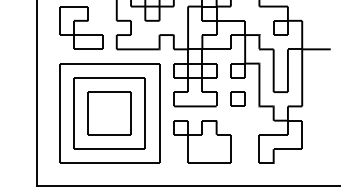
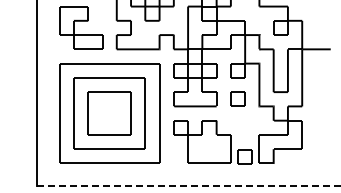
part at (244, 156): none -> present
line at (189, 185): solid -> dashed
